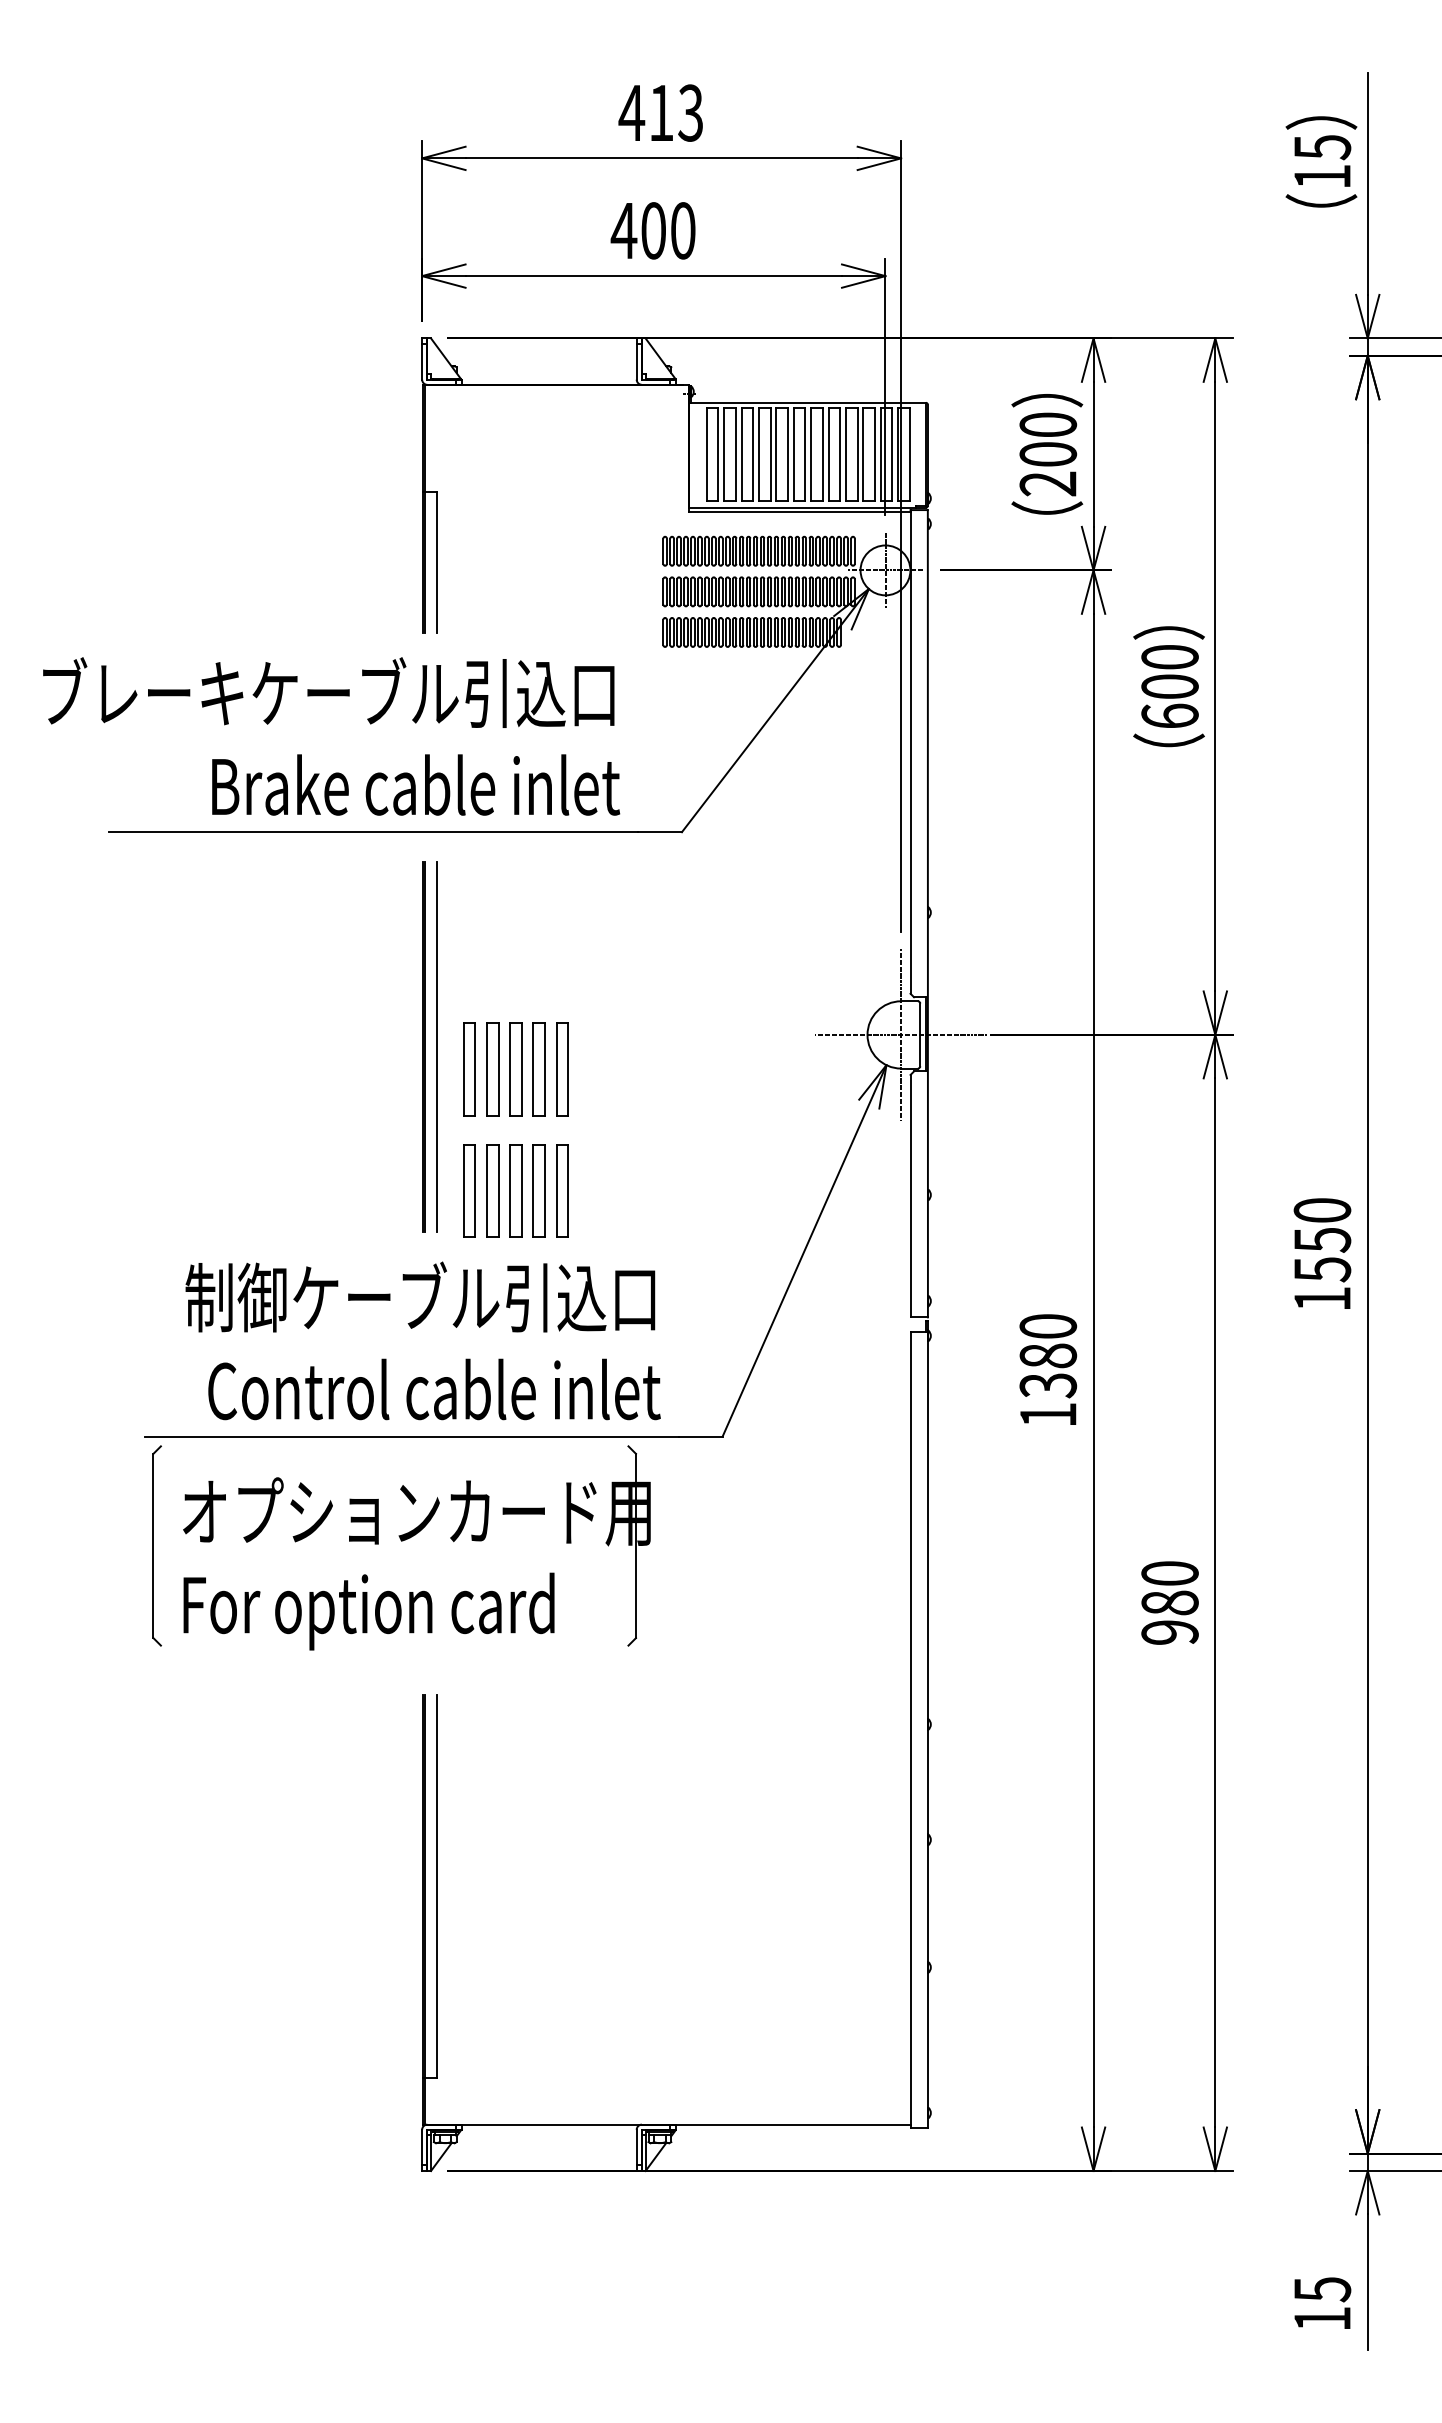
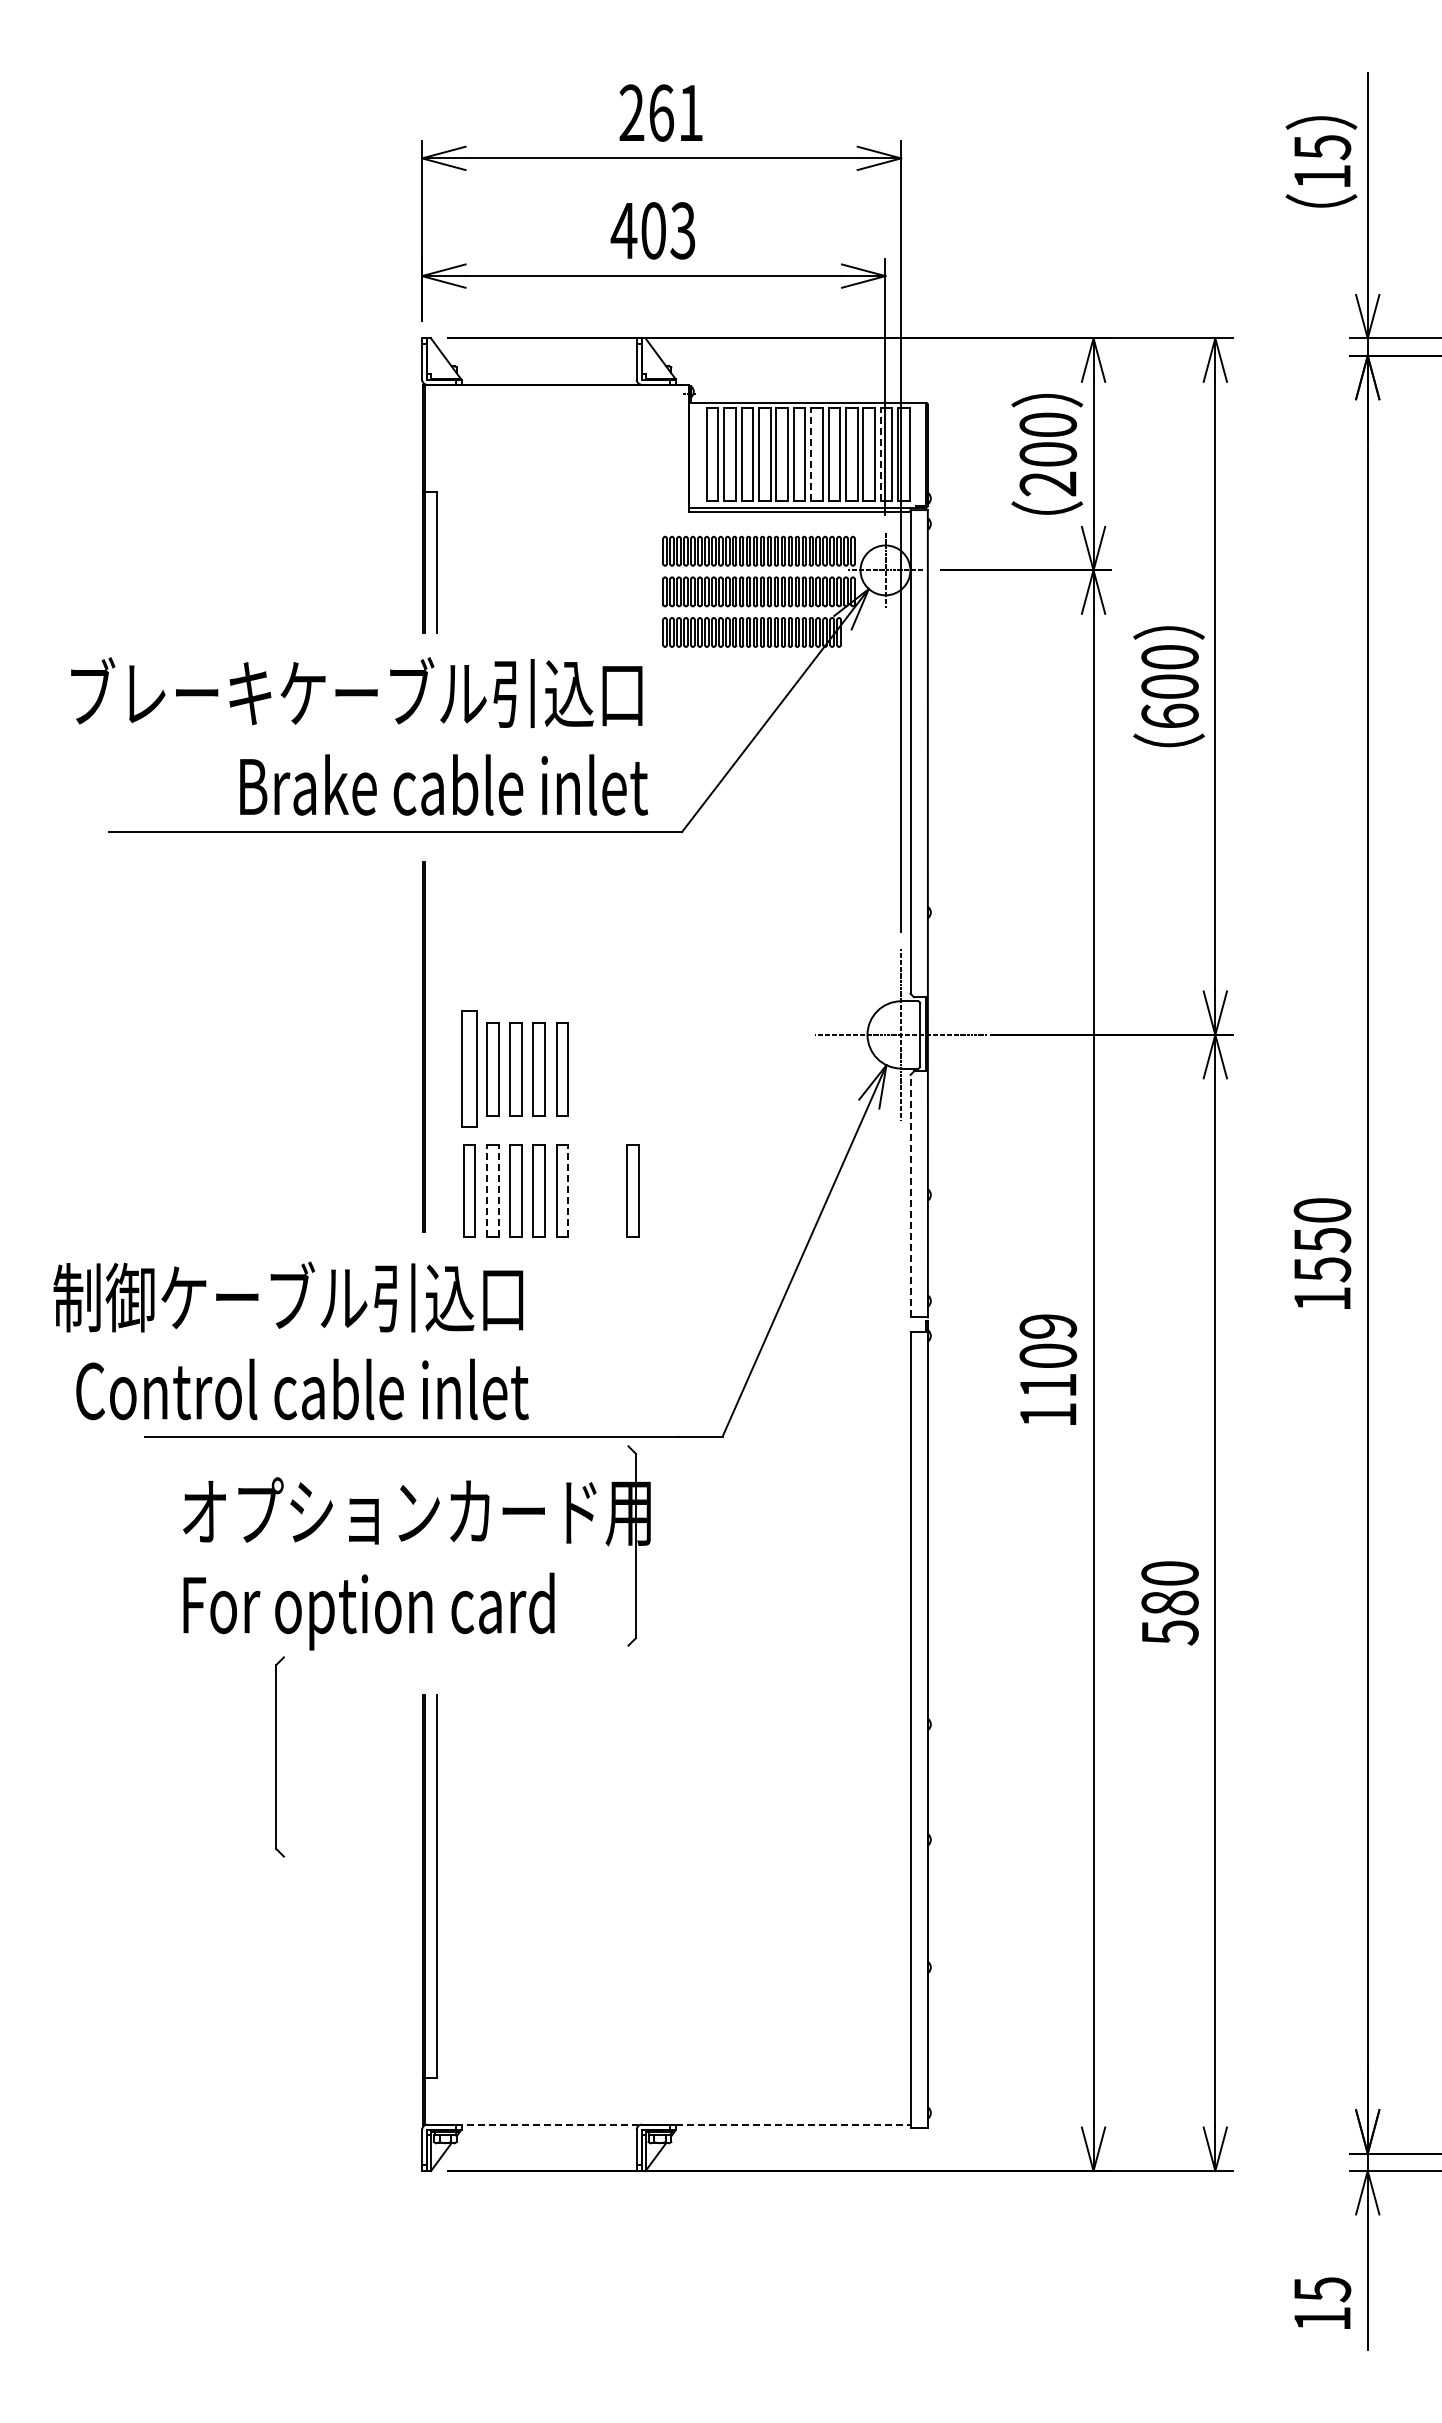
text at (660, 112): 413 -> 261
text at (682, 230): 400 -> 403
line at (811, 453): solid -> dashed
line at (880, 453): solid -> dashed
text at (331, 736) position: (331, 736) -> (359, 736)
line at (437, 1046): present -> none
part at (469, 1069) size: 13x95 px -> 17x118 px
line at (487, 1190): solid -> dashed
line at (498, 1190): solid -> dashed
line at (568, 1190): solid -> dashed
part at (632, 1190): none -> present
line at (910, 1195): solid -> dashed
text at (422, 1340) position: (422, 1340) -> (290, 1340)
text at (1048, 1356): 1380 -> 1109
part at (156, 1545) position: (156, 1545) -> (279, 1756)
text at (1169, 1632): 980 -> 580
line at (666, 2124): solid -> dashed
